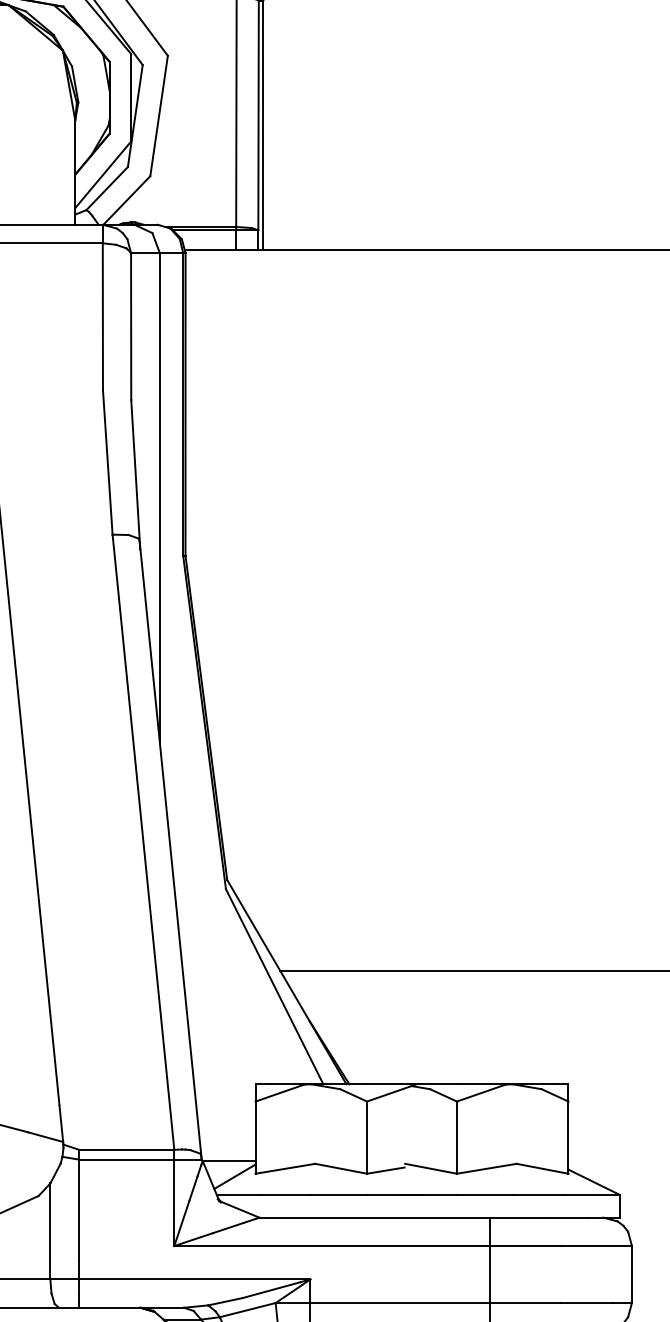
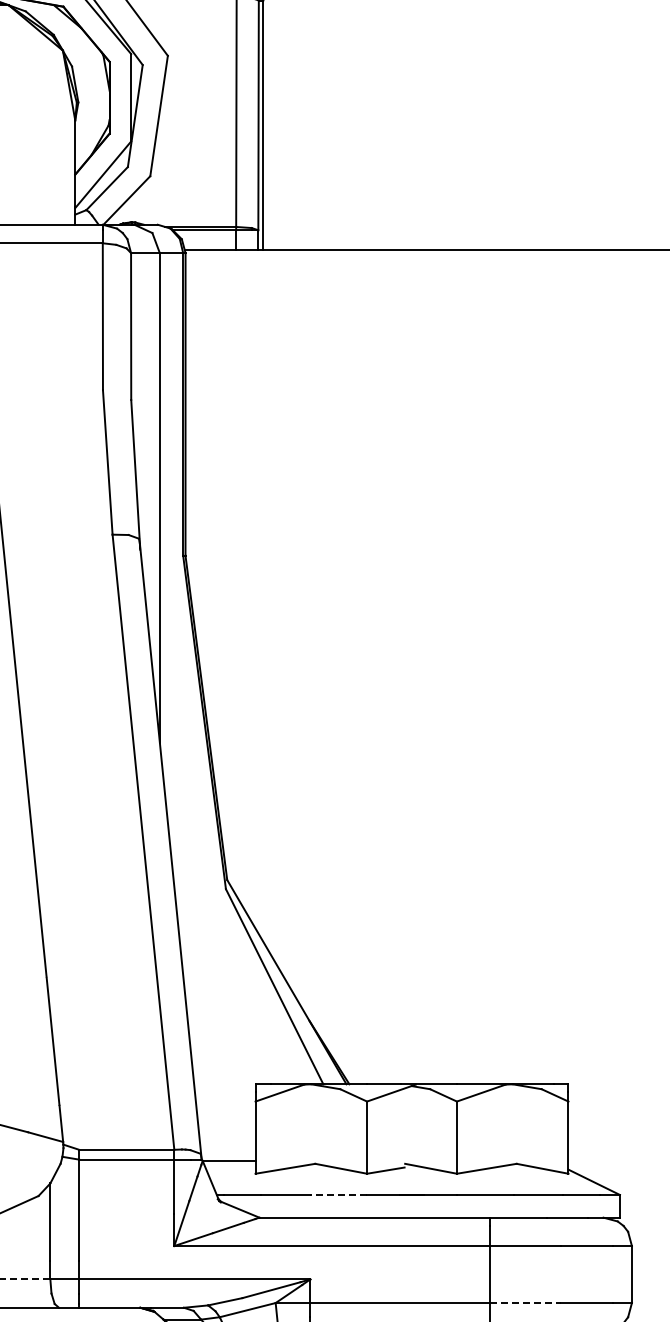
line at (473, 970): present -> none
line at (234, 1176): present -> none
line at (338, 1194): solid -> dashed
line at (25, 1279): solid -> dashed
line at (526, 1303): solid -> dashed
